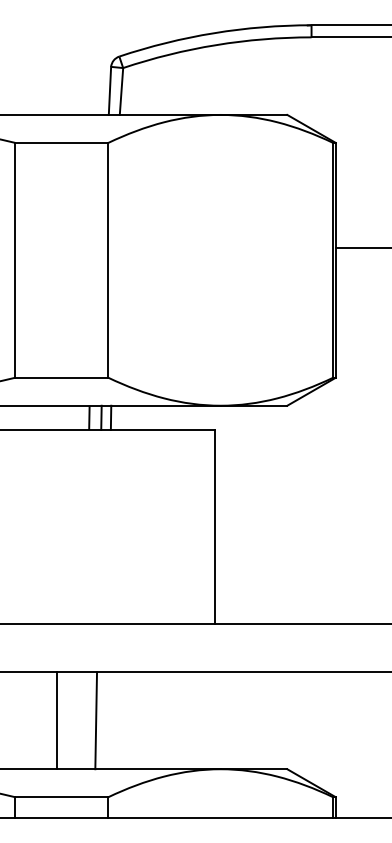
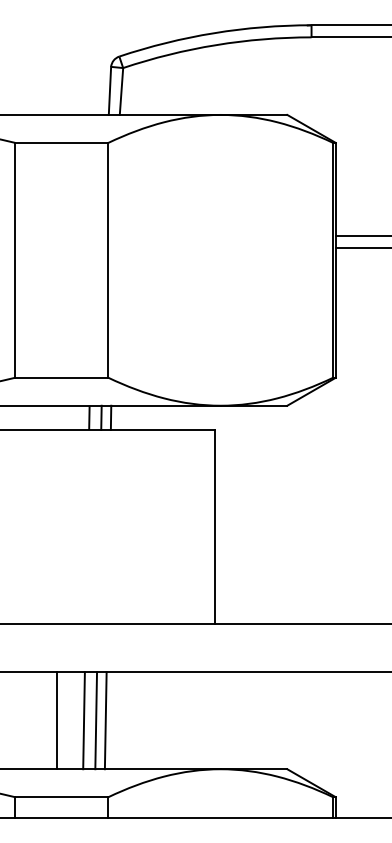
line at (361, 236): none -> present
line at (83, 720): none -> present
line at (105, 720): none -> present
